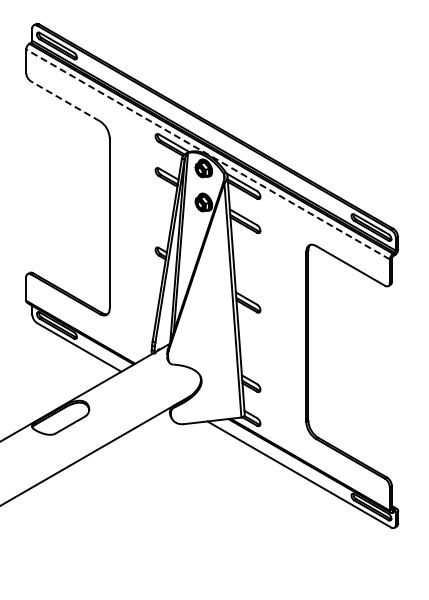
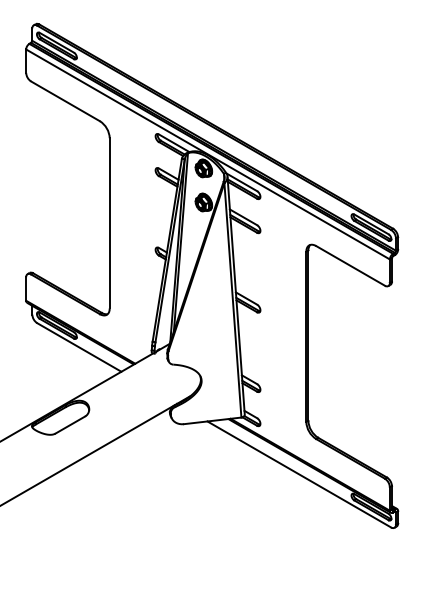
line at (65, 101): dashed -> solid
line at (208, 154): dashed -> solid
